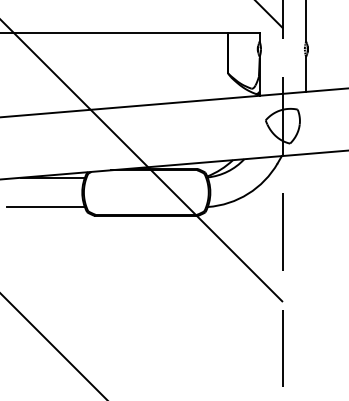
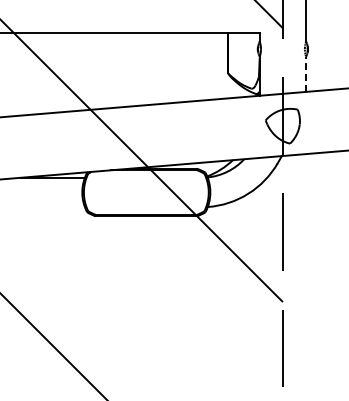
line at (306, 74): solid -> dashed
line at (45, 207): present -> none
